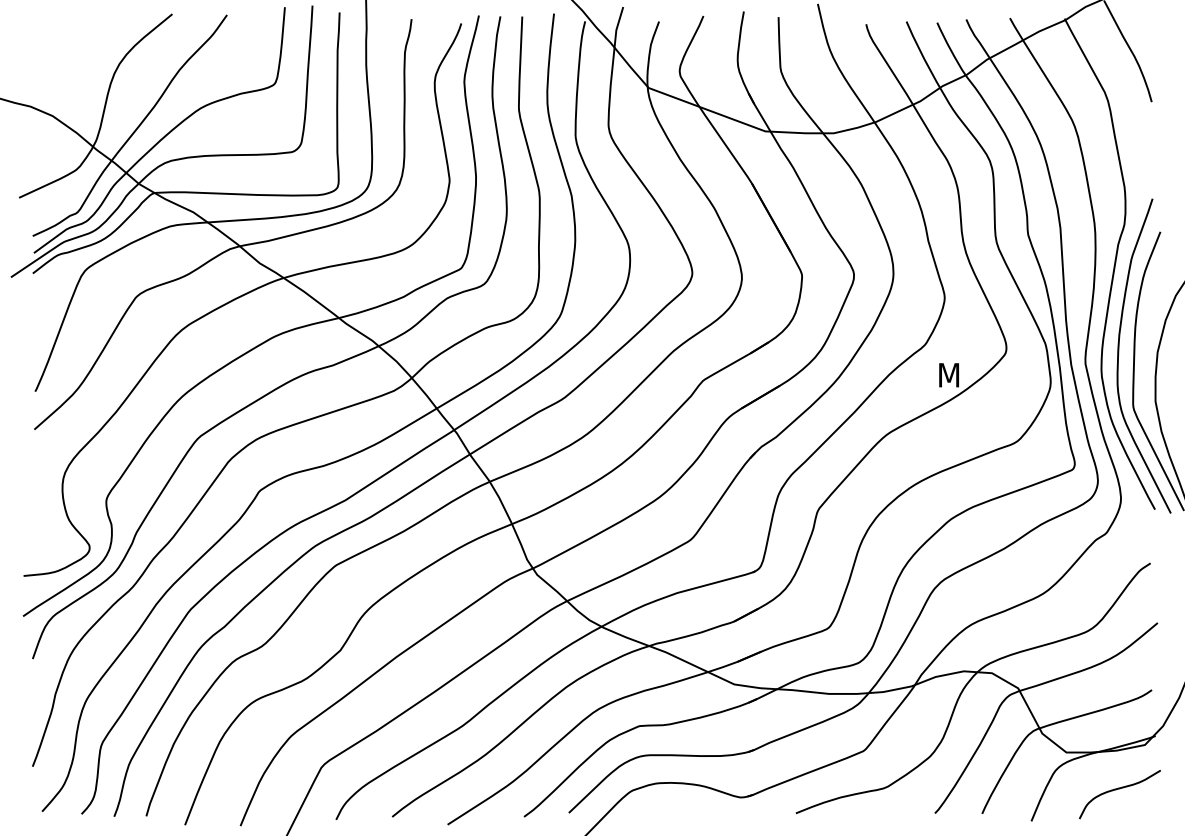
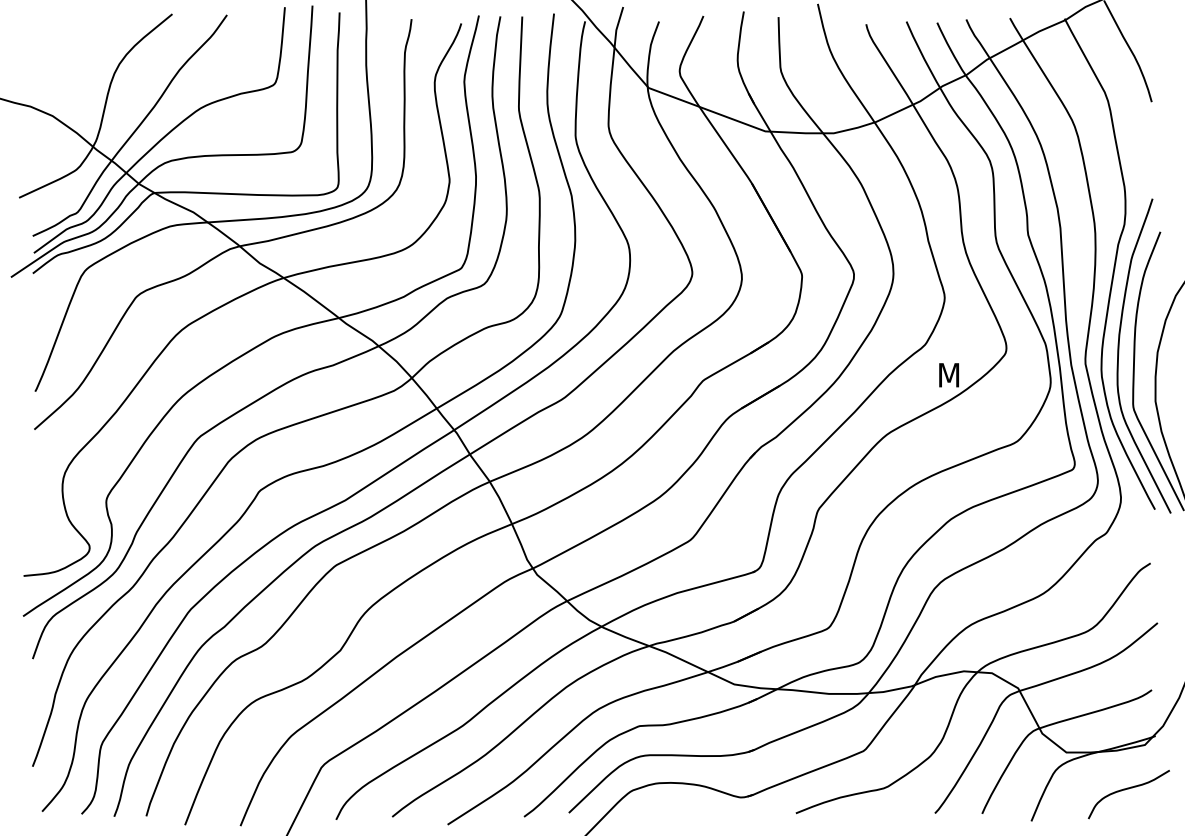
curve at (1119, 789) position: (1119, 789) -> (1128, 789)
